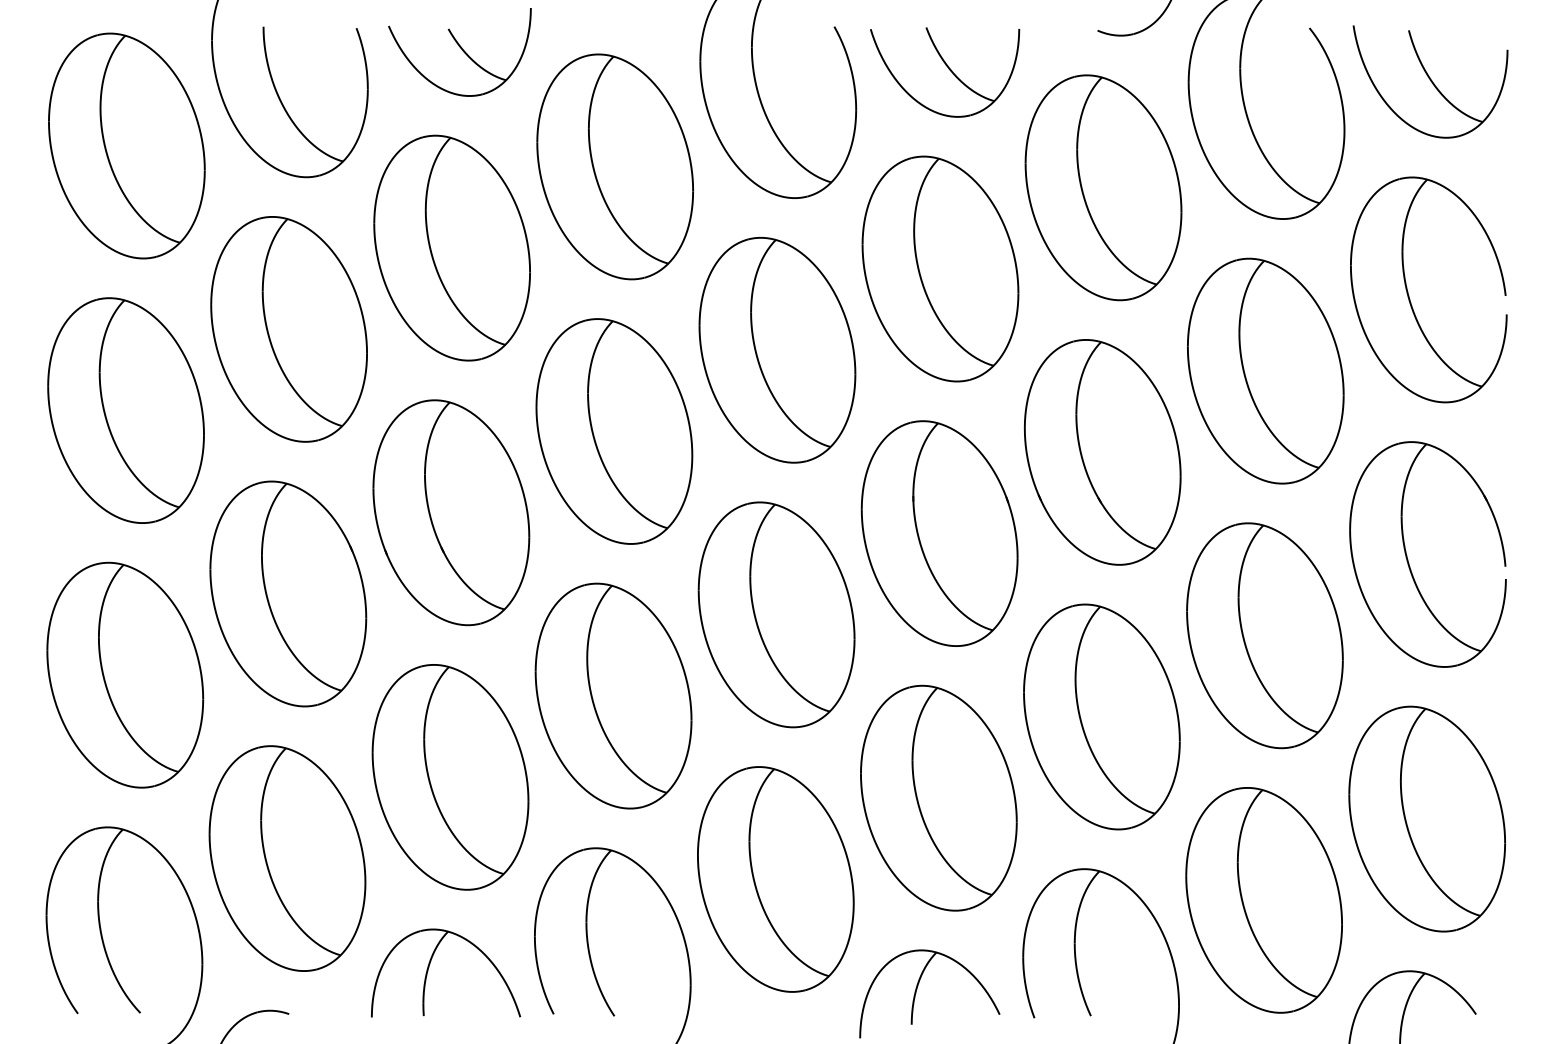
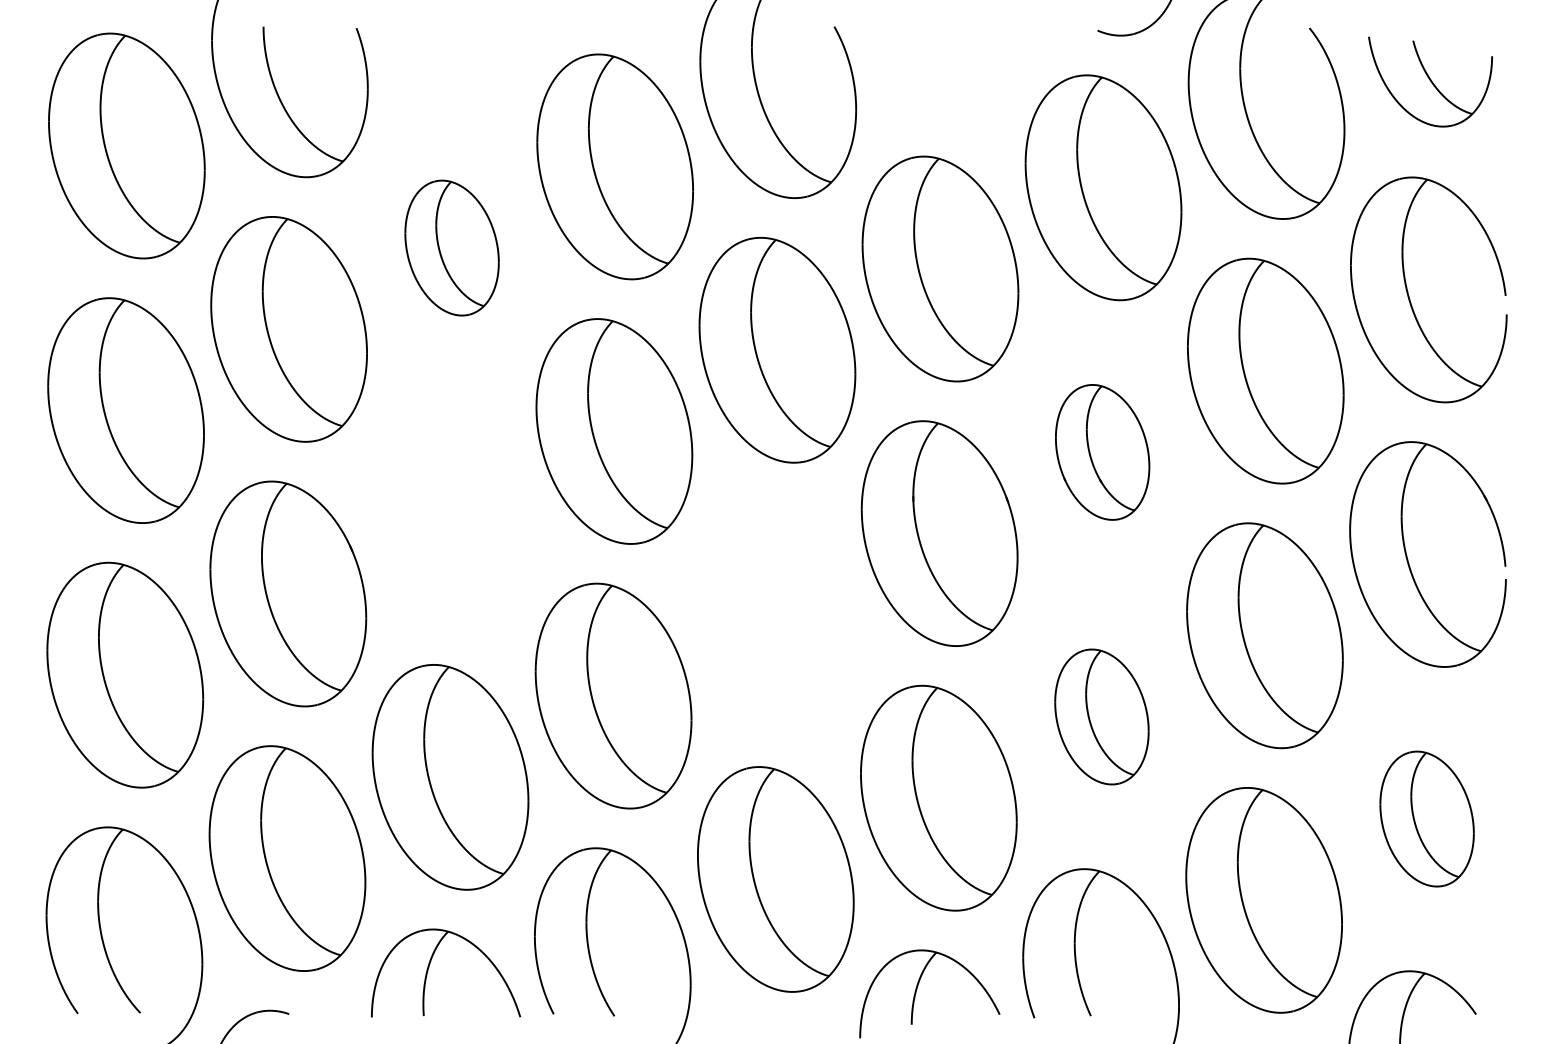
part at (459, 52): present -> none
part at (945, 72): present -> none
part at (1430, 81) size: 157x114 px -> 125x92 px
part at (451, 247) size: 158x228 px -> 96x138 px
part at (1102, 452) size: 159x227 px -> 96x137 px
part at (451, 512): present -> none
part at (776, 614): present -> none
part at (1101, 716) size: 158x228 px -> 96x138 px
part at (1426, 818) size: 158x228 px -> 96x138 px
